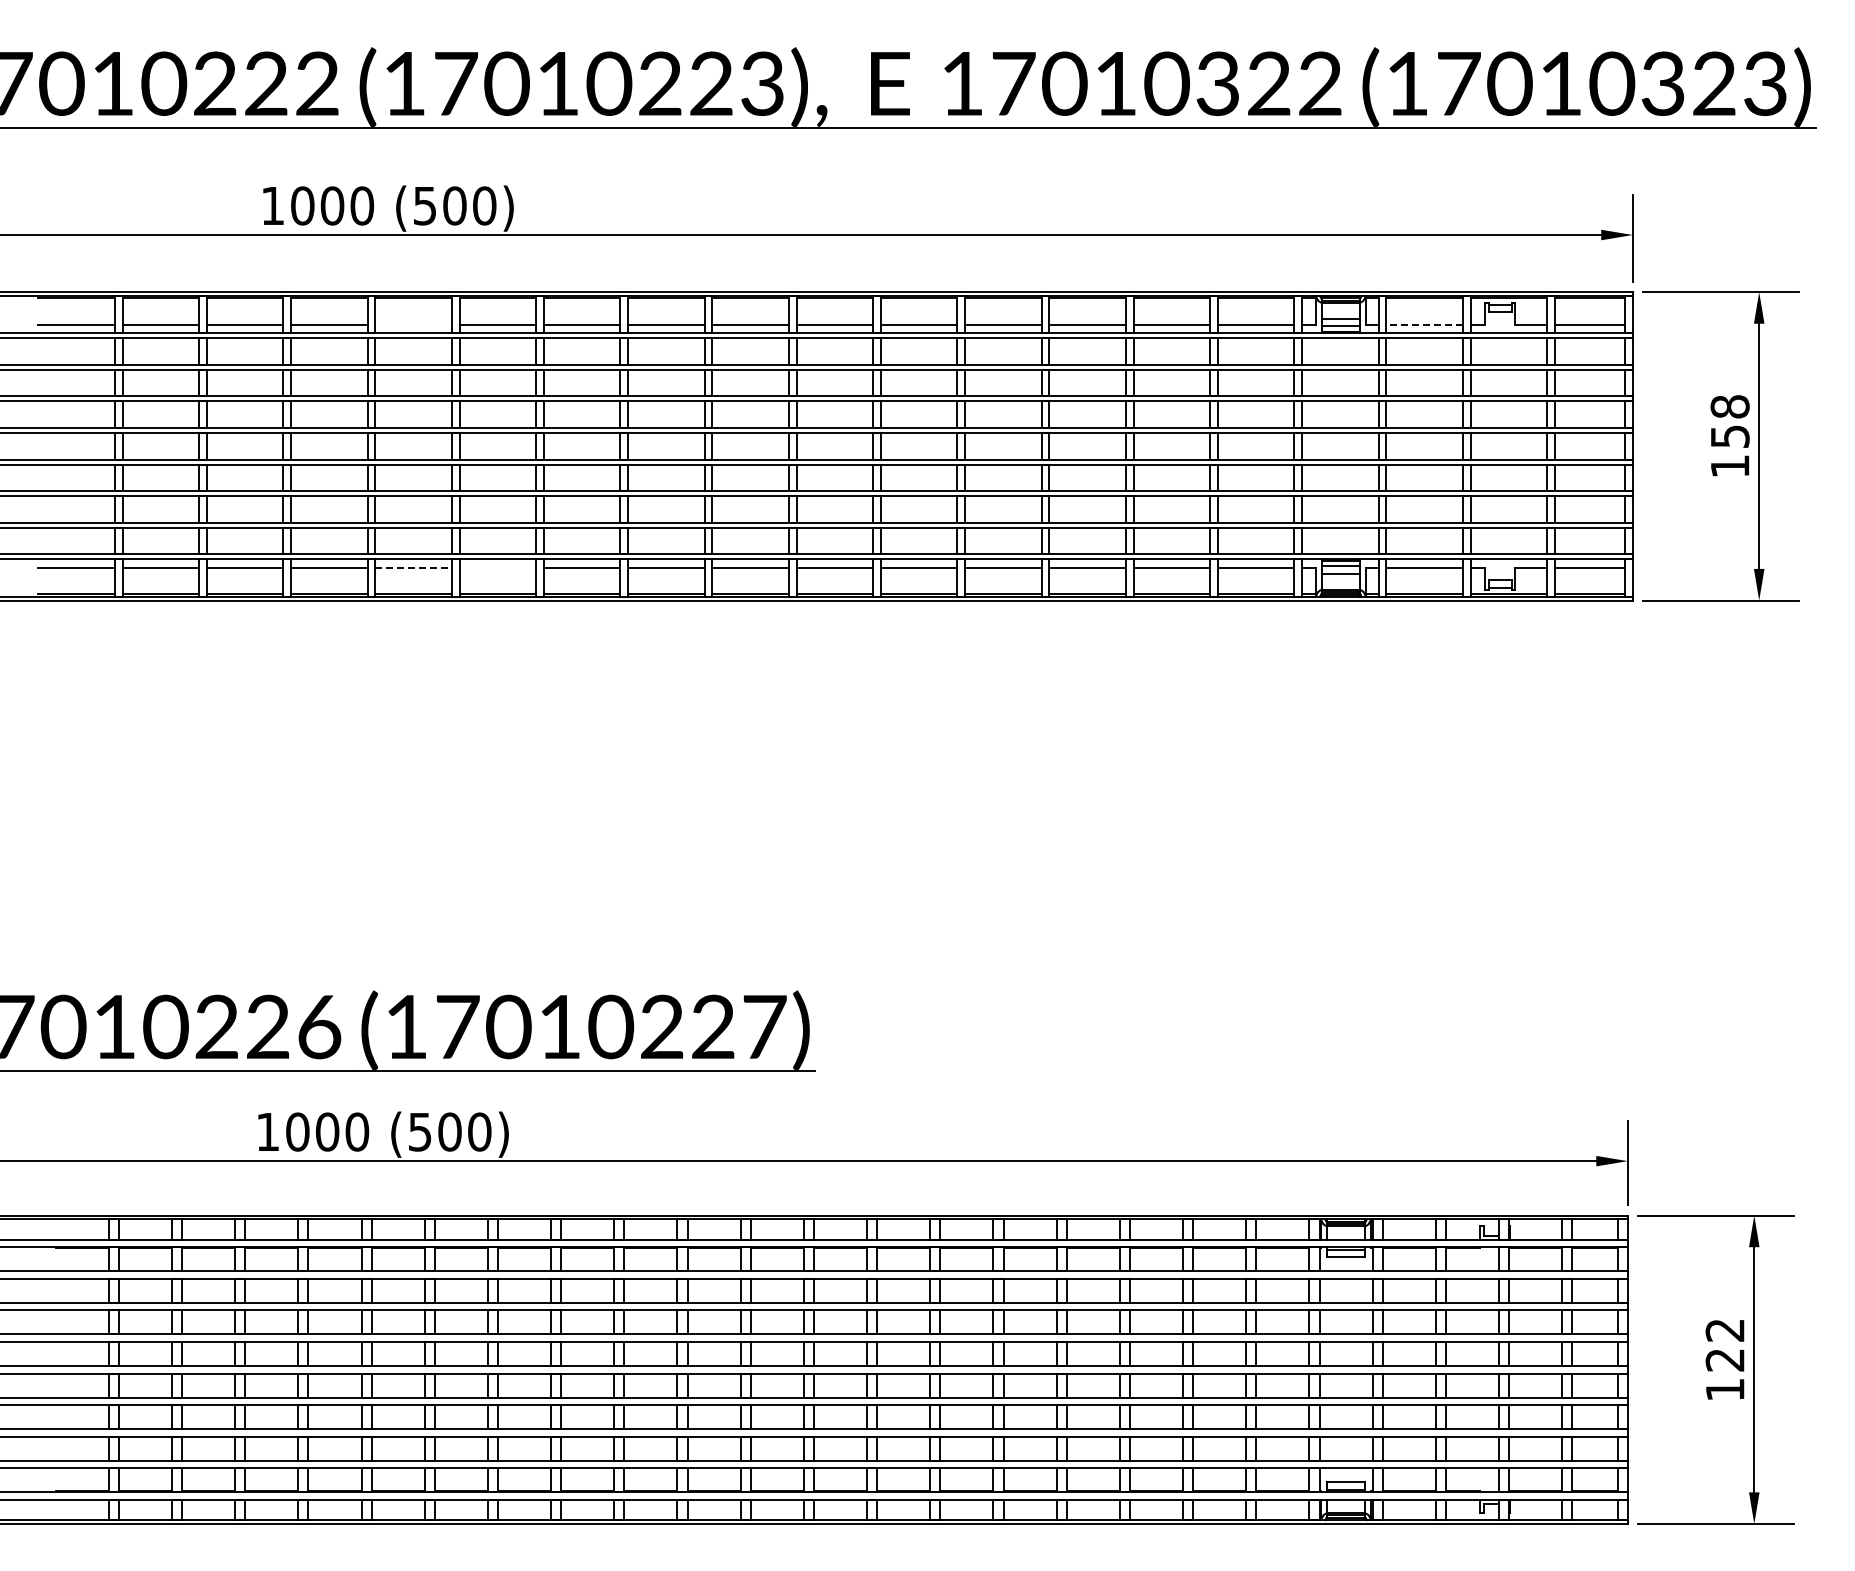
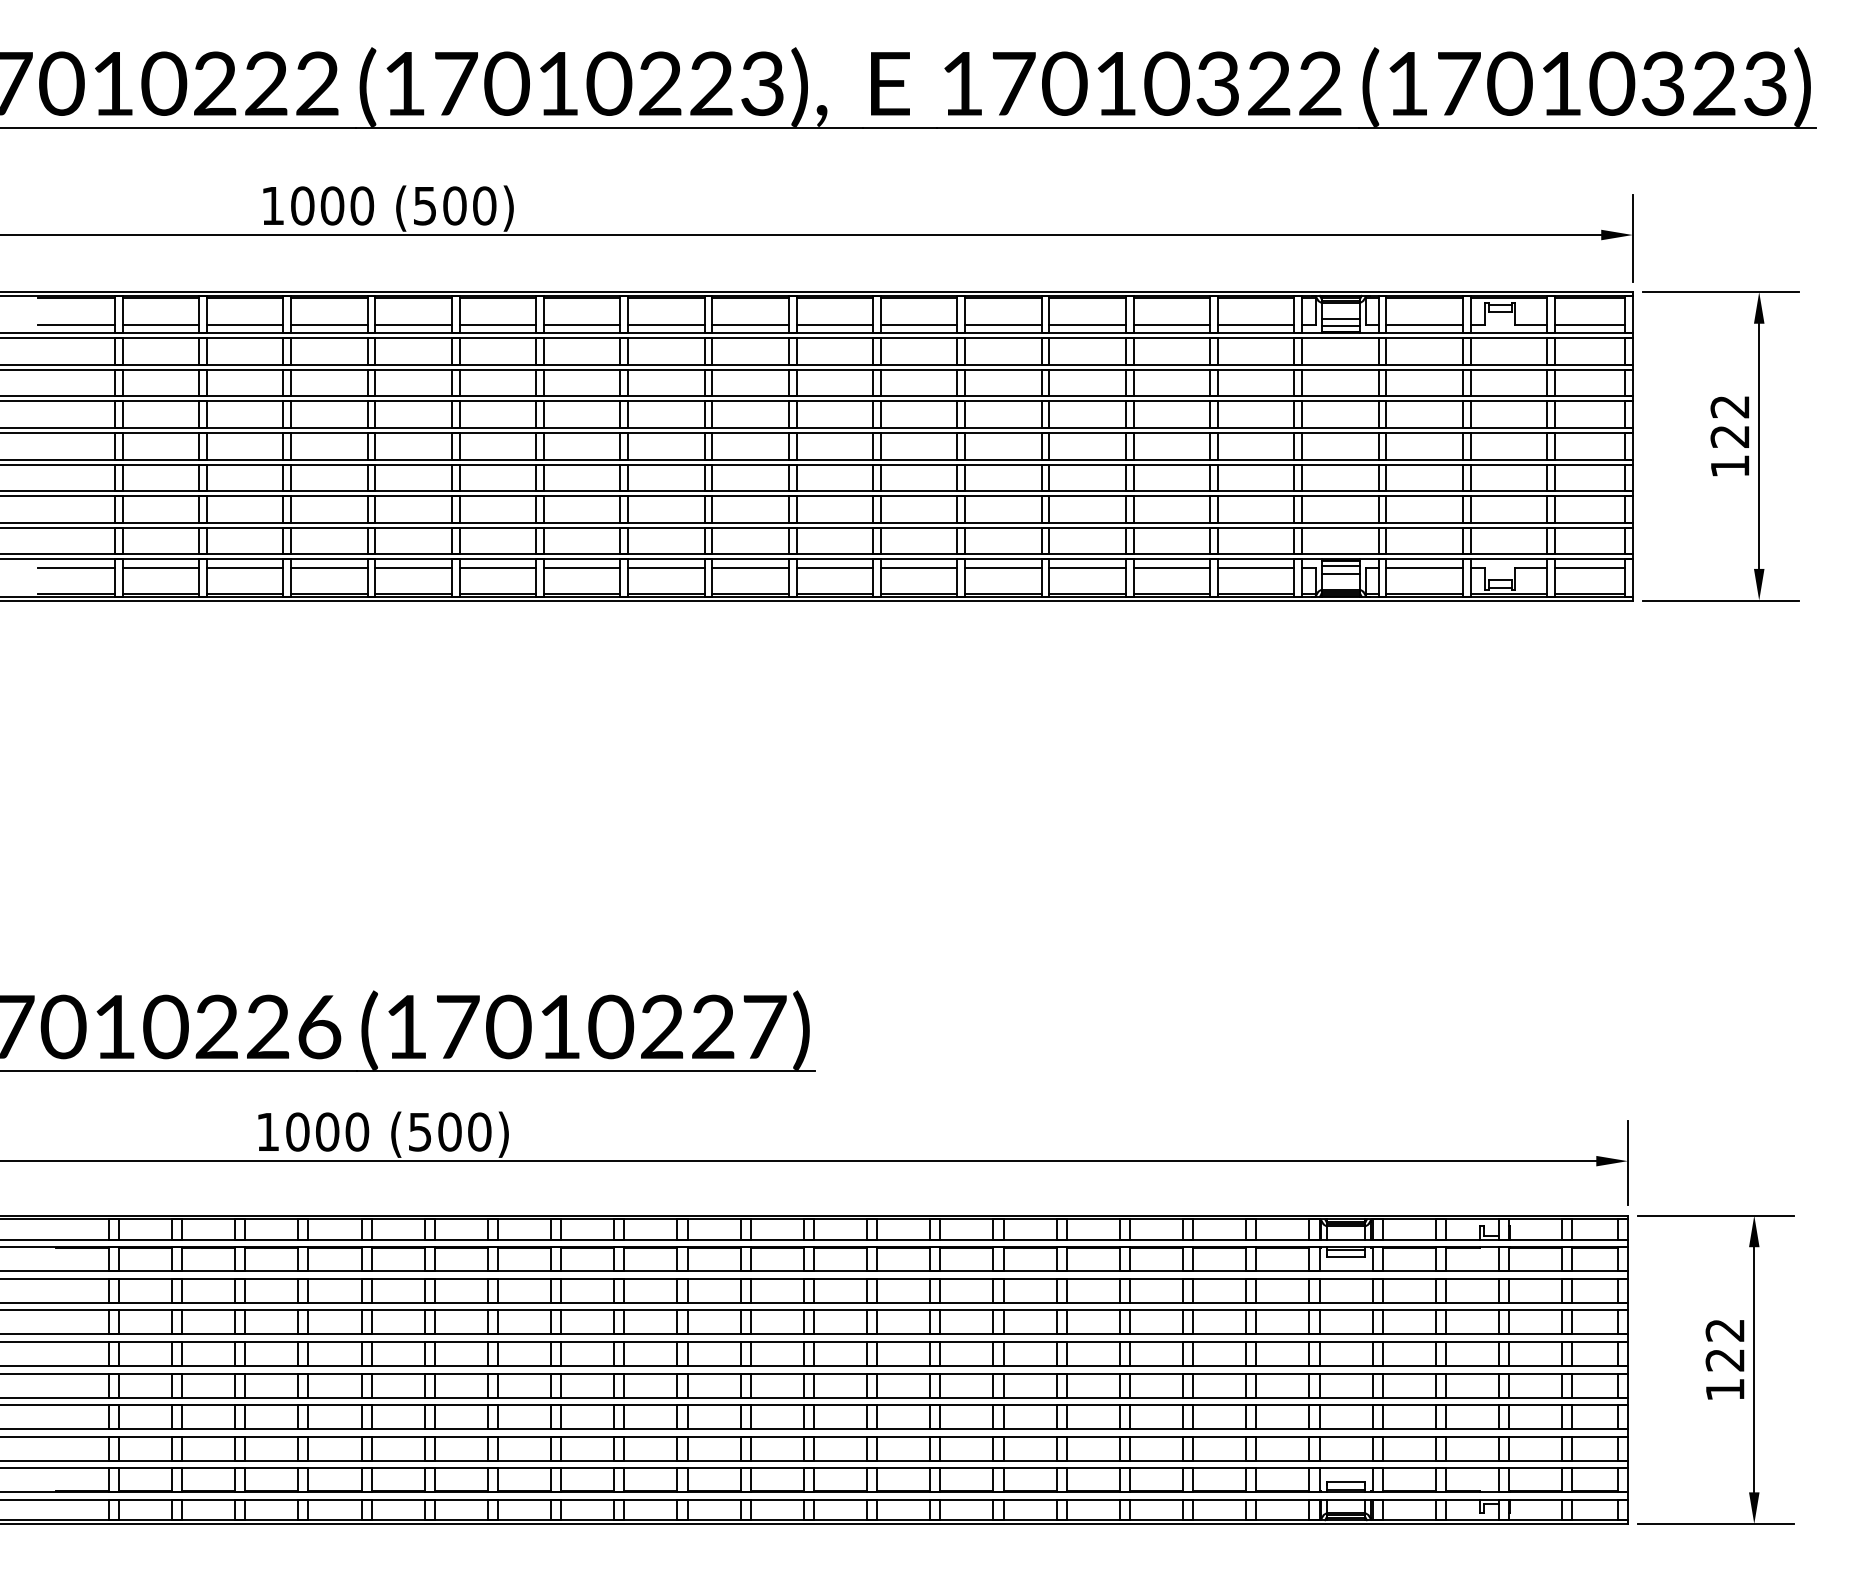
line at (413, 325): none -> present
line at (1424, 325): dashed -> solid
text at (1729, 421): 158 -> 122
line at (414, 567): dashed -> solid
line at (497, 567): none -> present
